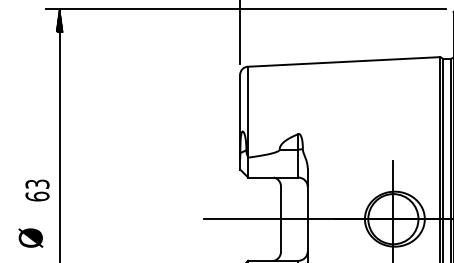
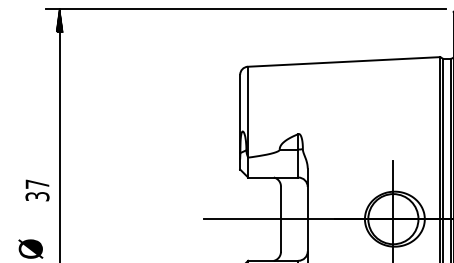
line at (240, 33): present -> none
text at (37, 190): 63 -> 37
text at (30, 237) position: (30, 237) -> (30, 248)
